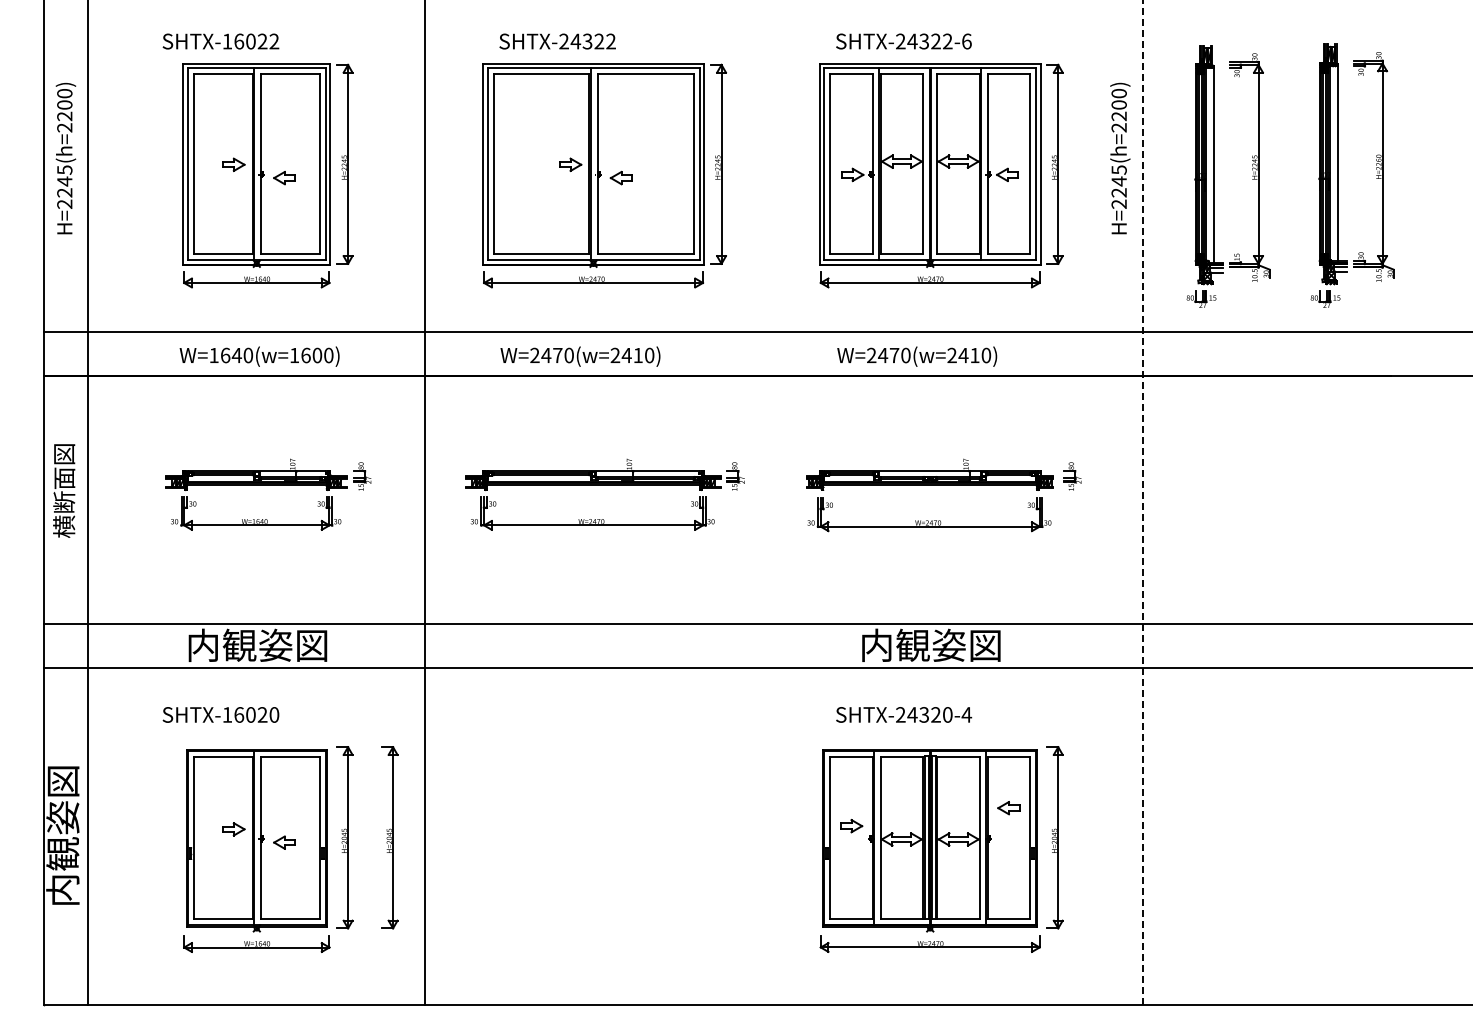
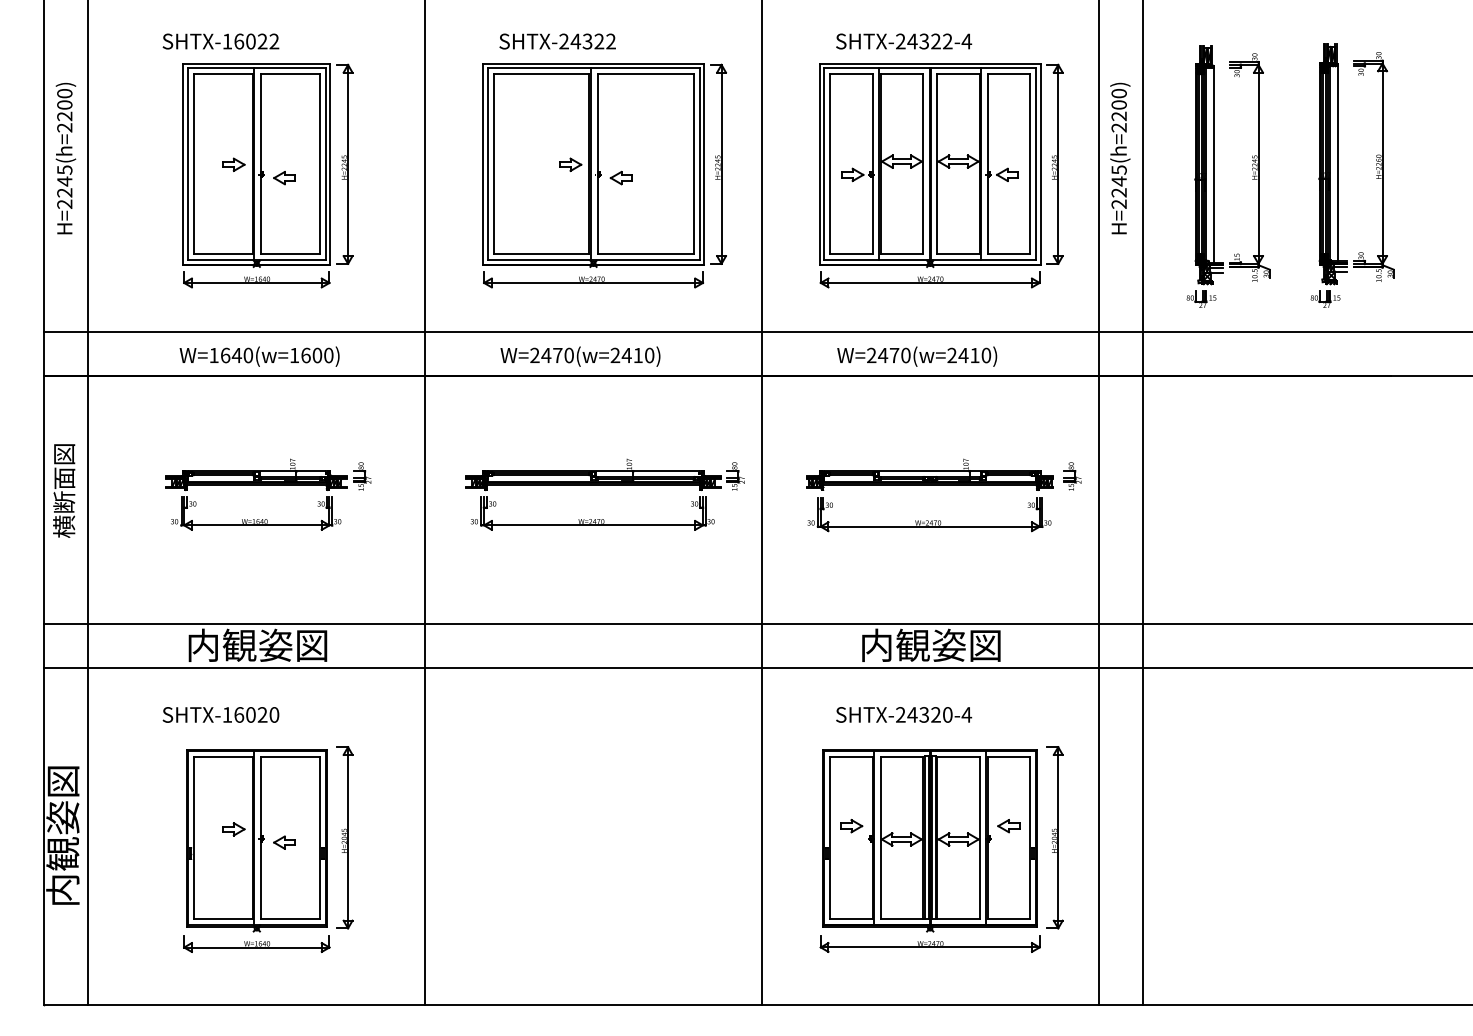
text at (966, 41): SHTX-24322-6 -> SHTX-24322-4
line at (1142, 502): dashed -> solid
line at (761, 503): none -> present
line at (1098, 503): none -> present
part at (1008, 808) position: (1008, 808) -> (1008, 826)
part at (389, 837): present -> none
